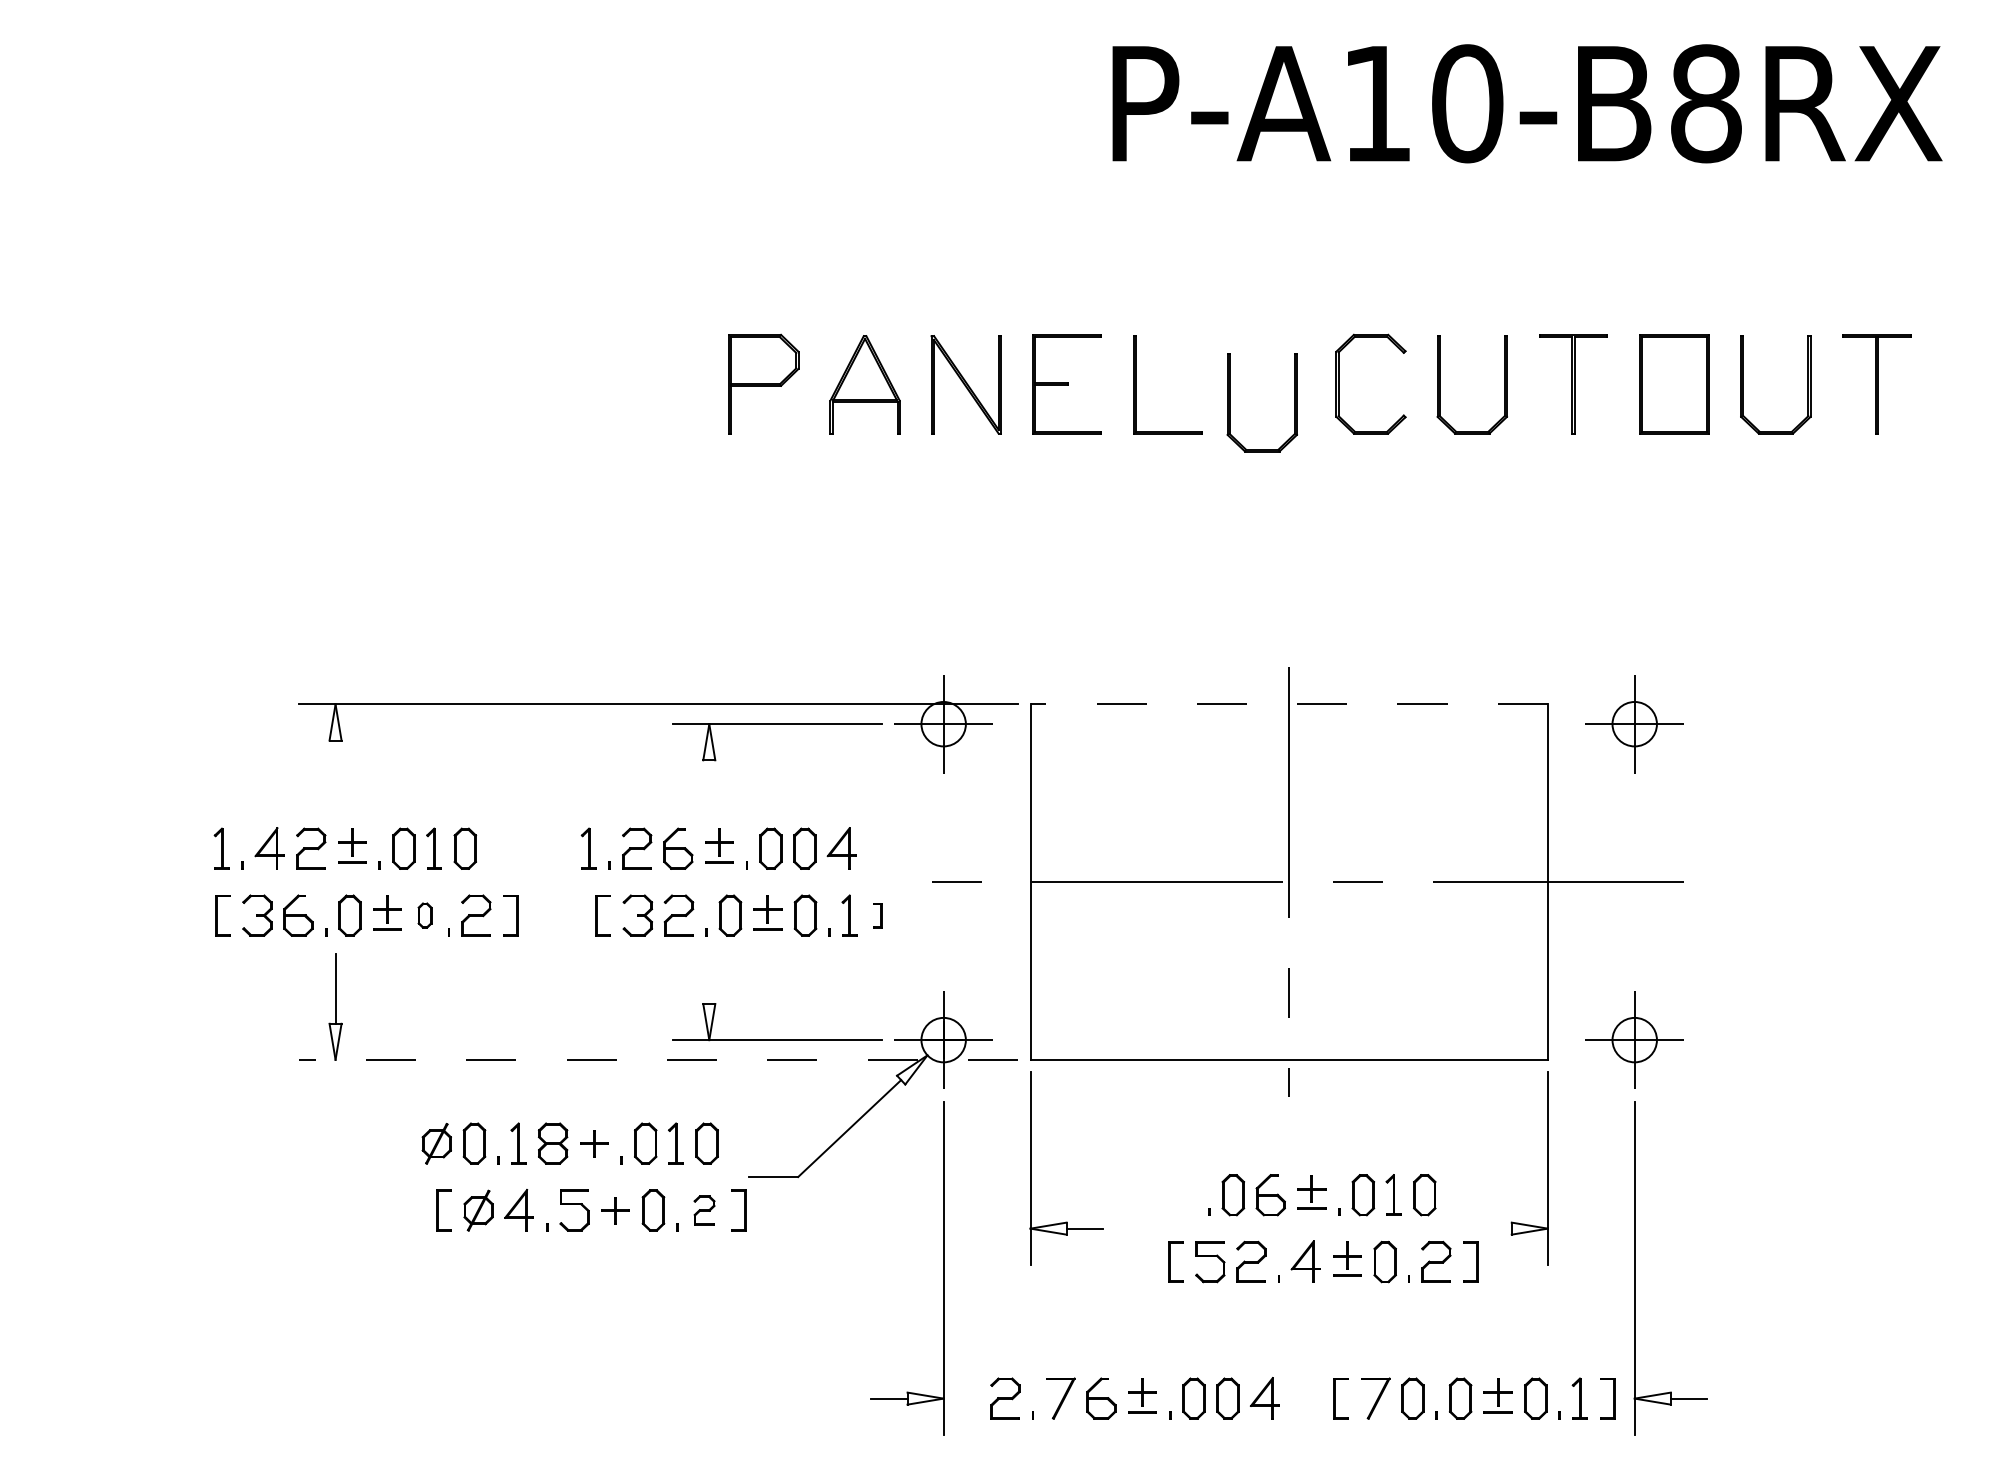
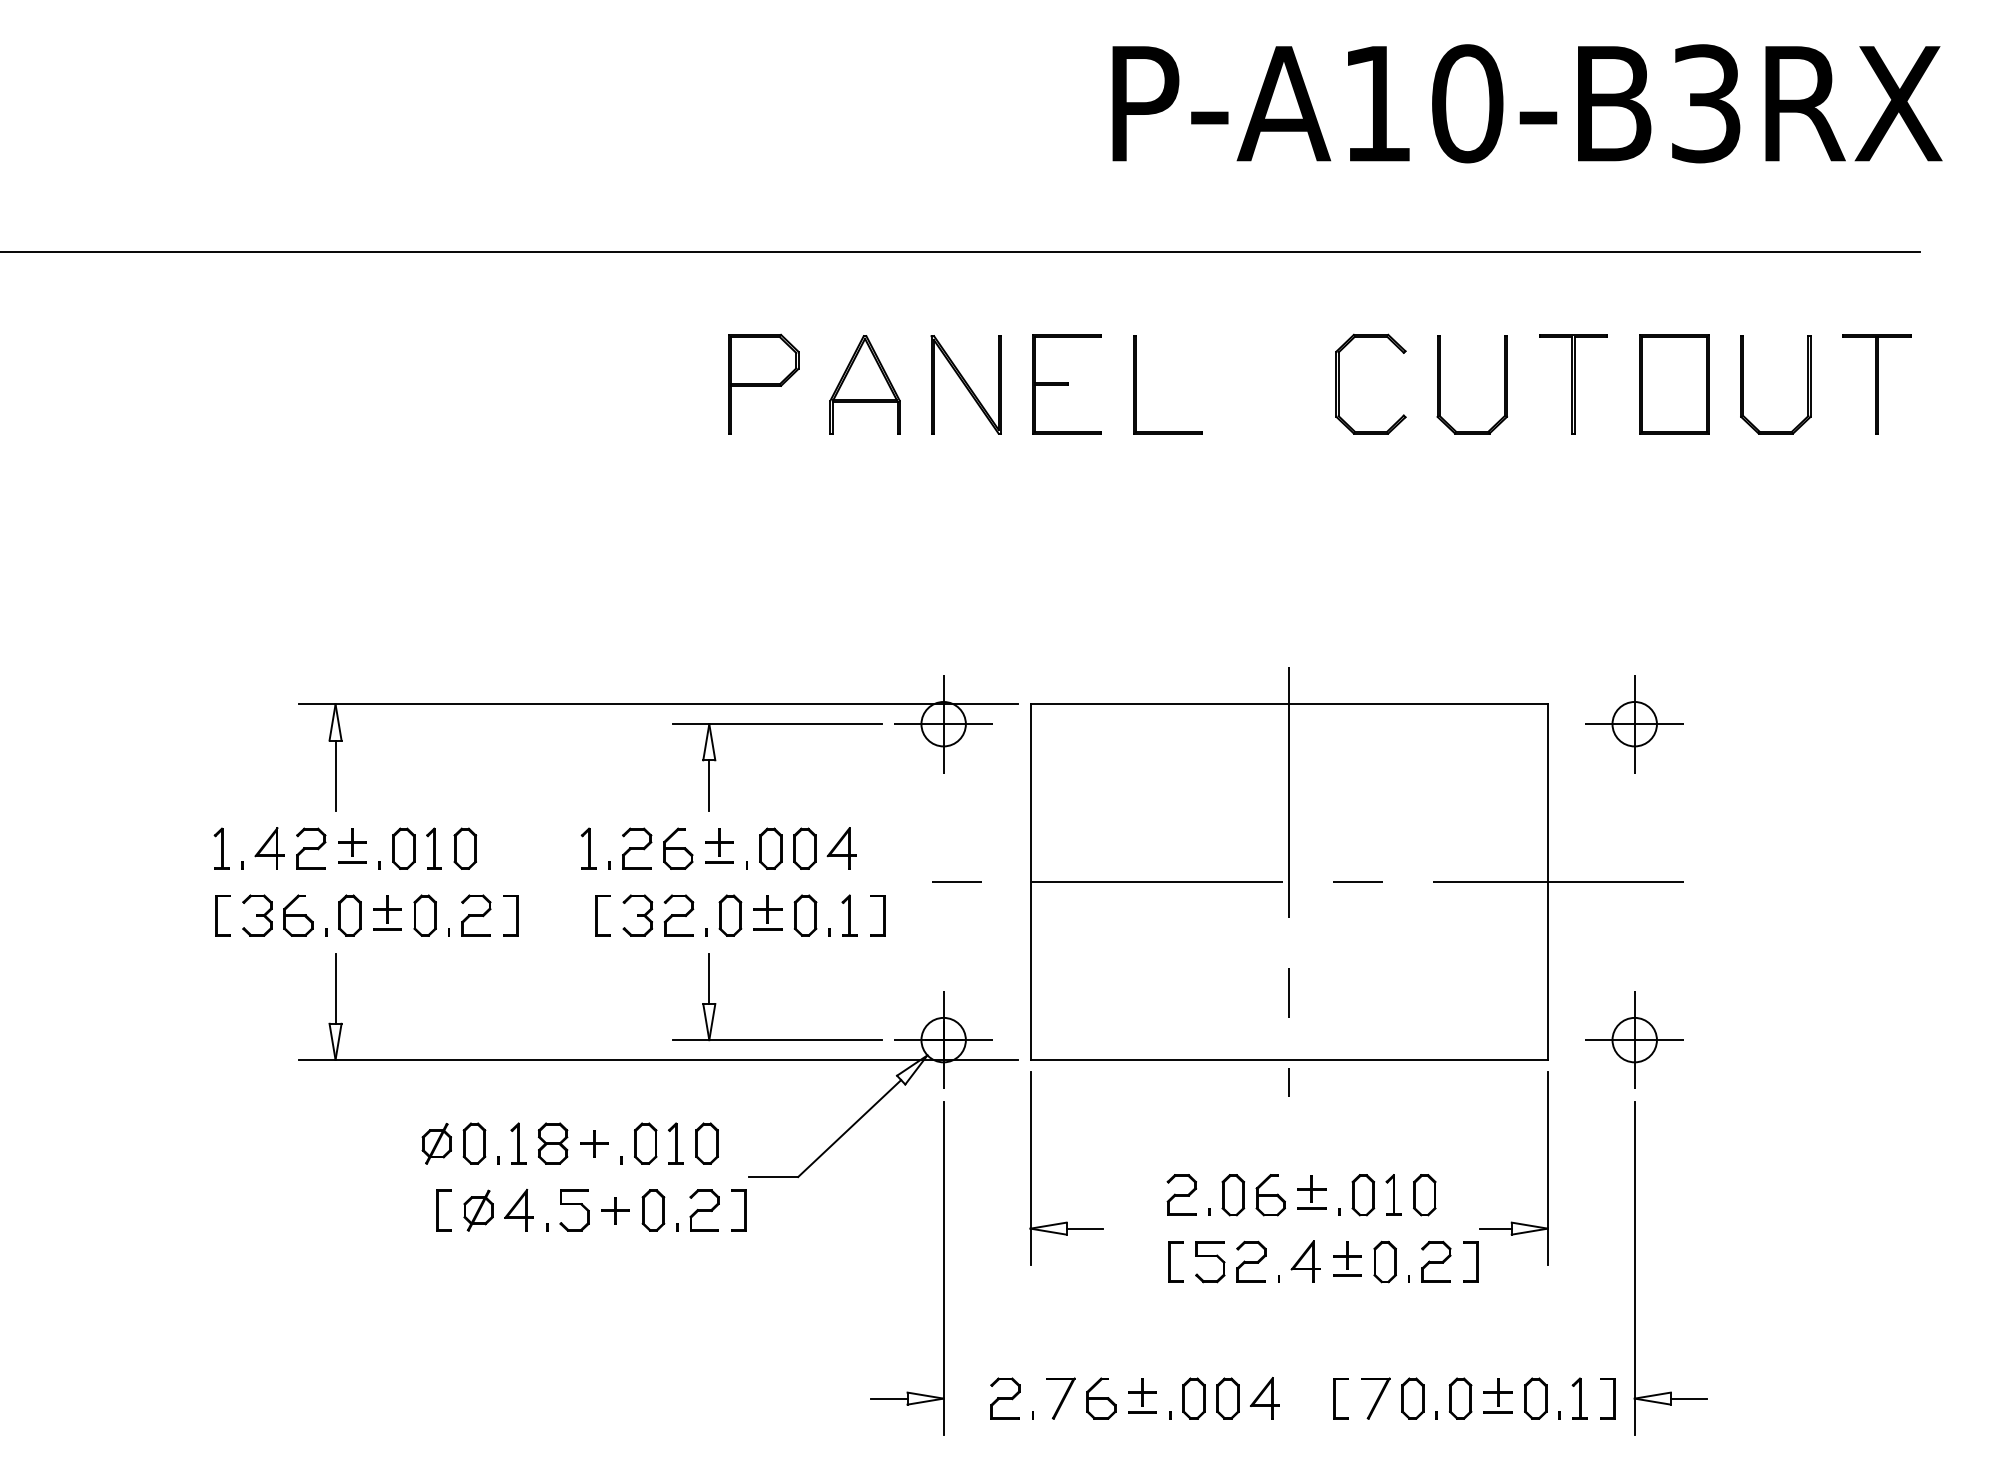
text at (1706, 103): P-A10-B8RX -> P-A10-B3RX
line at (960, 251): none -> present
part at (1230, 402): present -> none
line at (1289, 704): dashed -> solid
line at (335, 775): none -> present
line at (709, 785): none -> present
part at (424, 915) size: 16x27 px -> 24x43 px
part at (877, 915) size: 10x26 px -> 16x42 px
line at (709, 978): none -> present
line at (658, 1059): dashed -> solid
part at (1181, 1194): none -> present
part at (704, 1210) size: 23x31 px -> 31x43 px
line at (1495, 1228): none -> present
